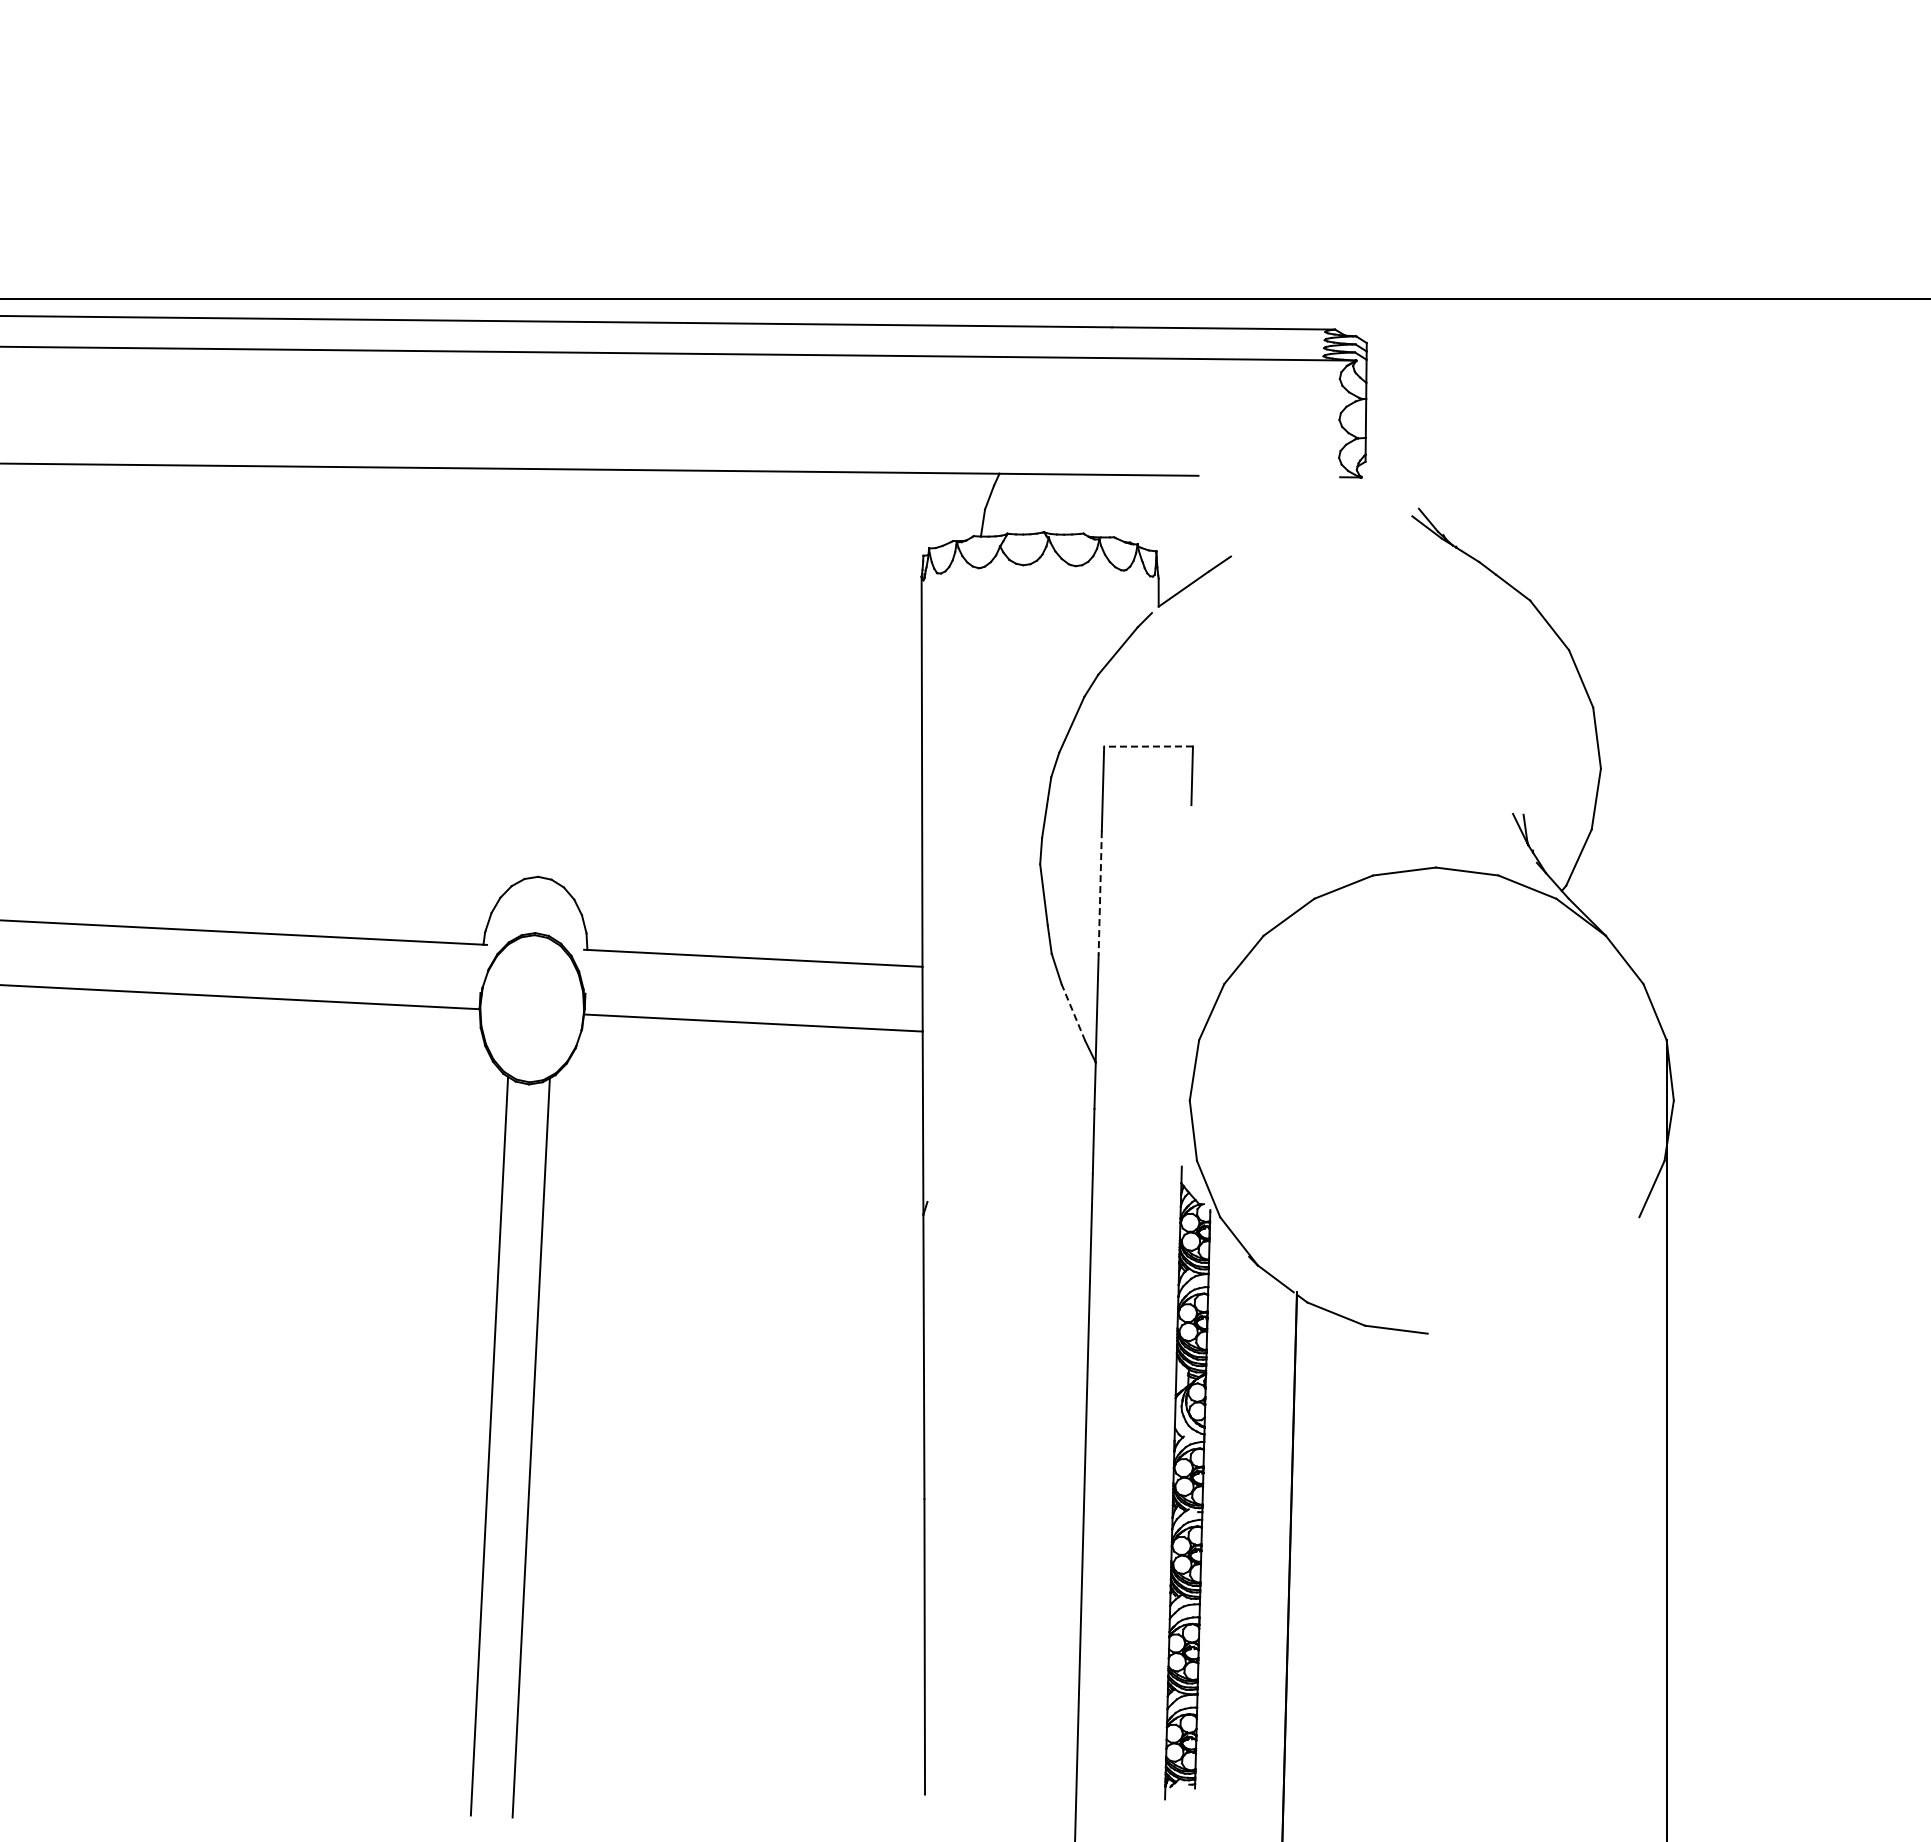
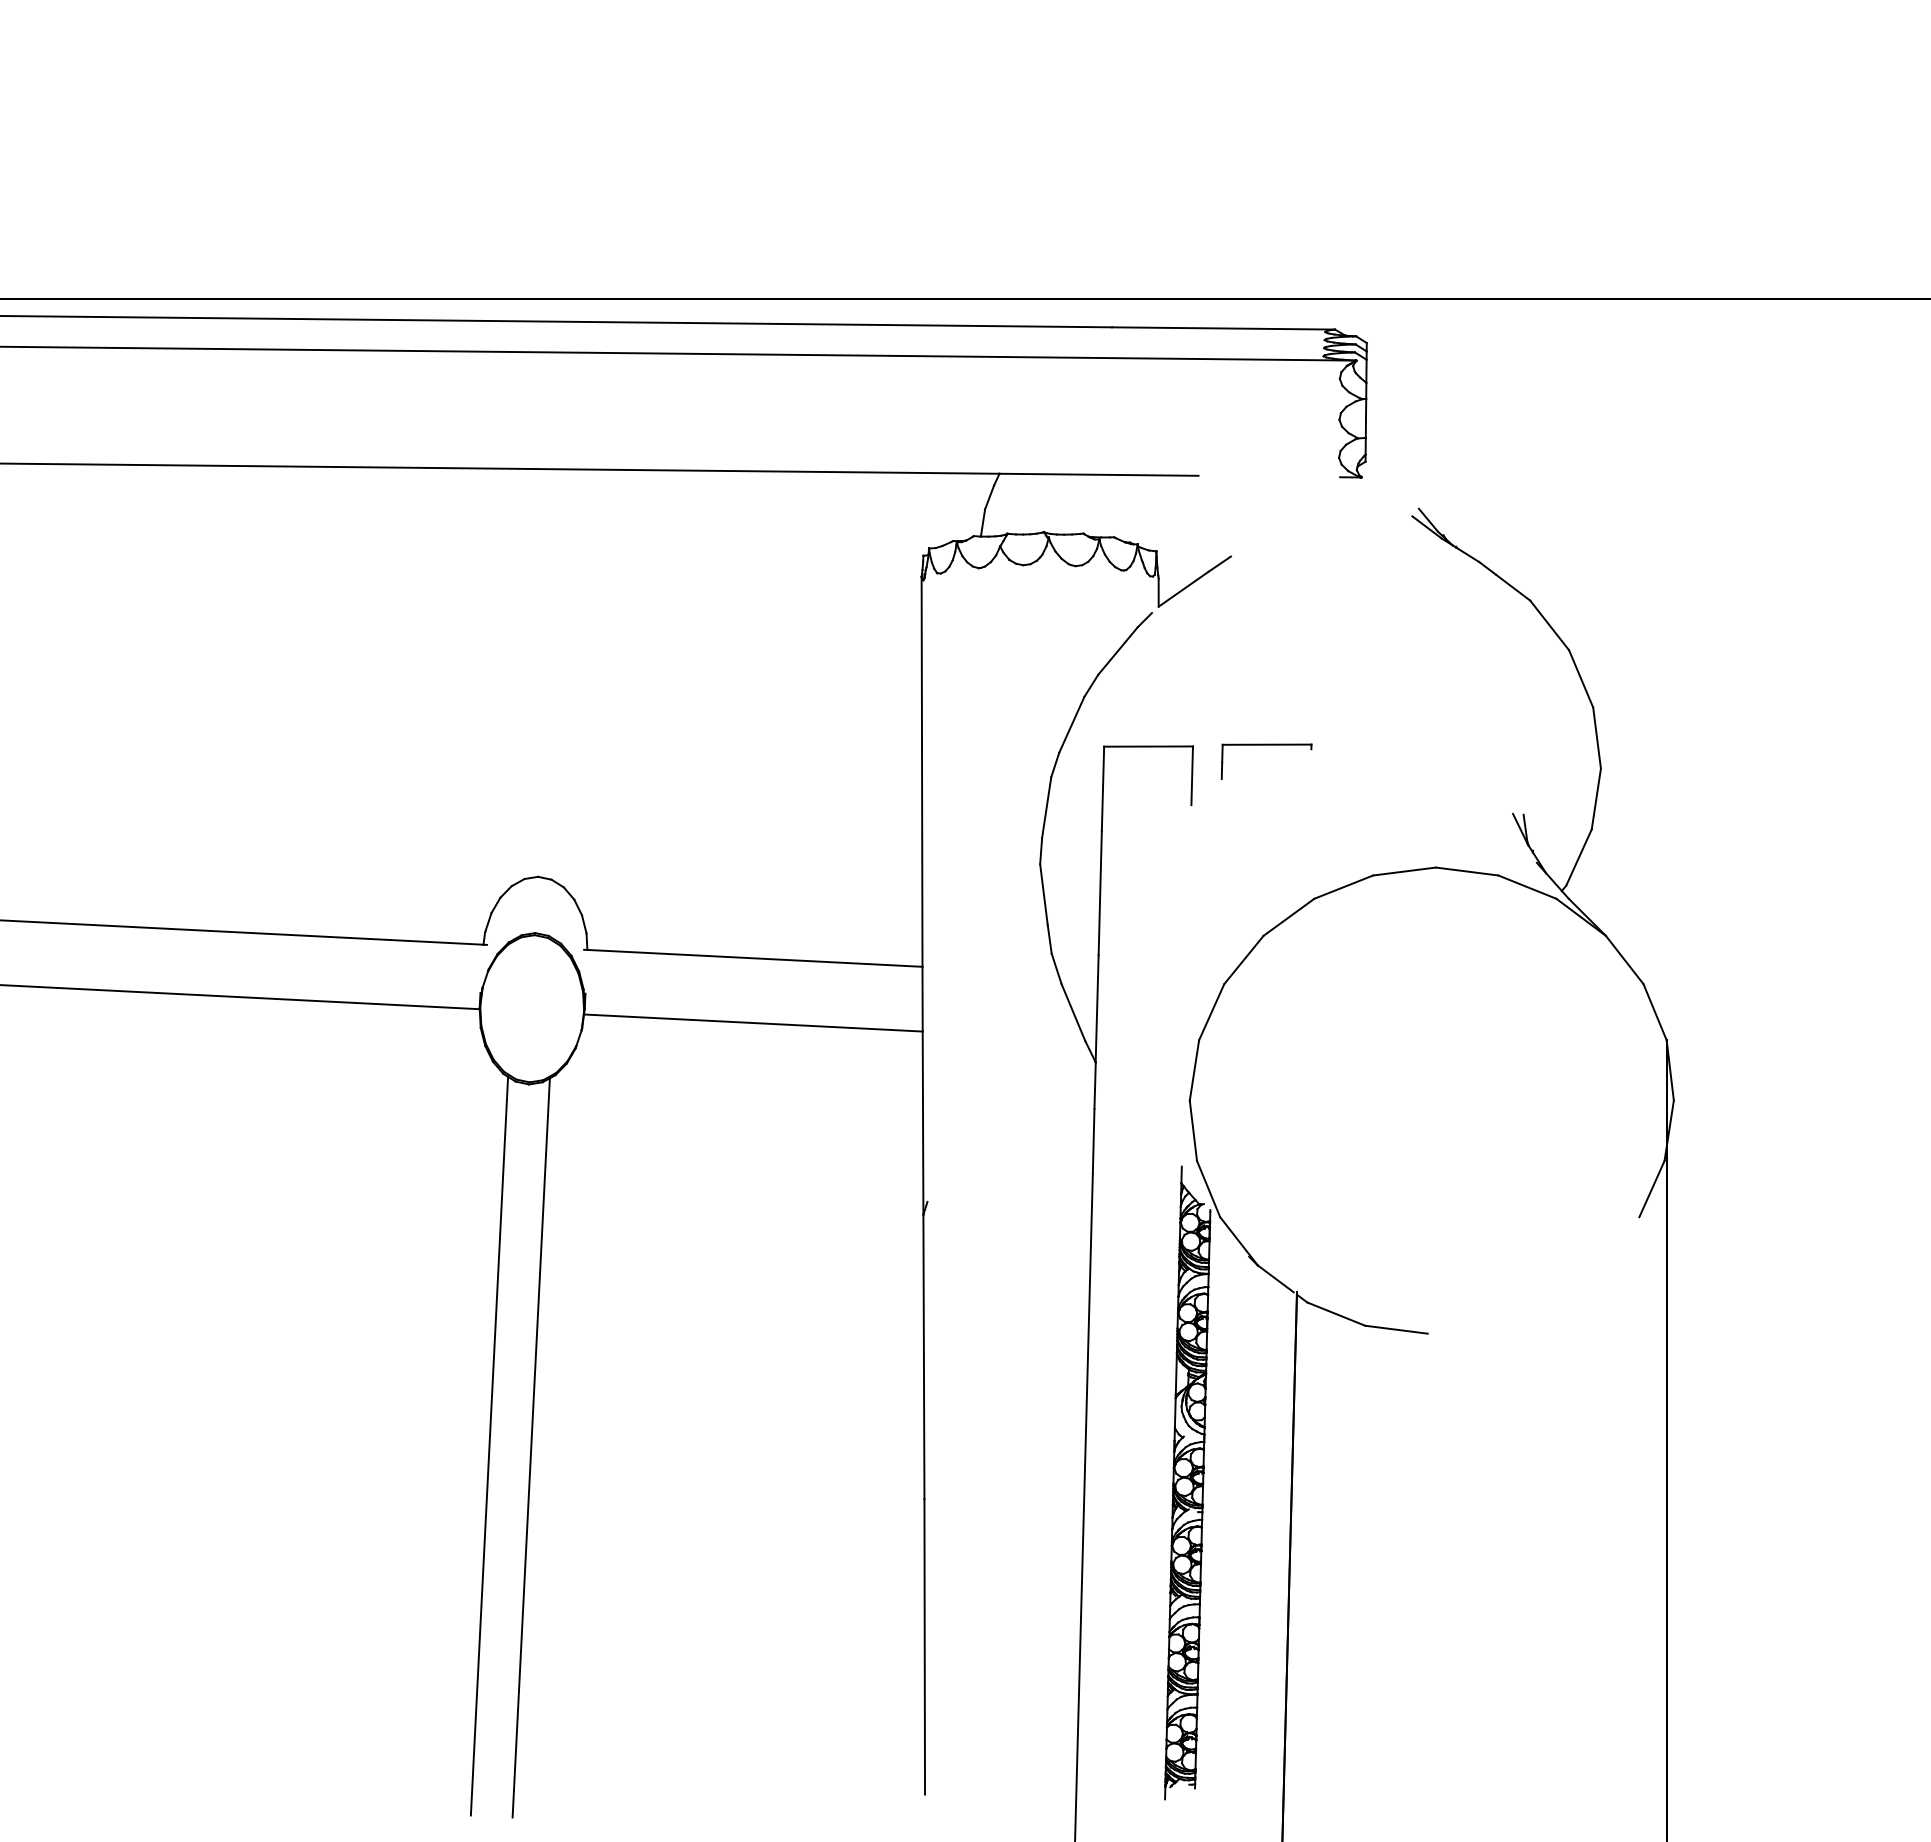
part at (1266, 745): none -> present
line at (1148, 746): dashed -> solid
line at (1100, 893): dashed -> solid
line at (1073, 1012): dashed -> solid
